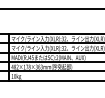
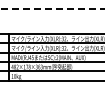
line at (52, 8): solid -> dashed
